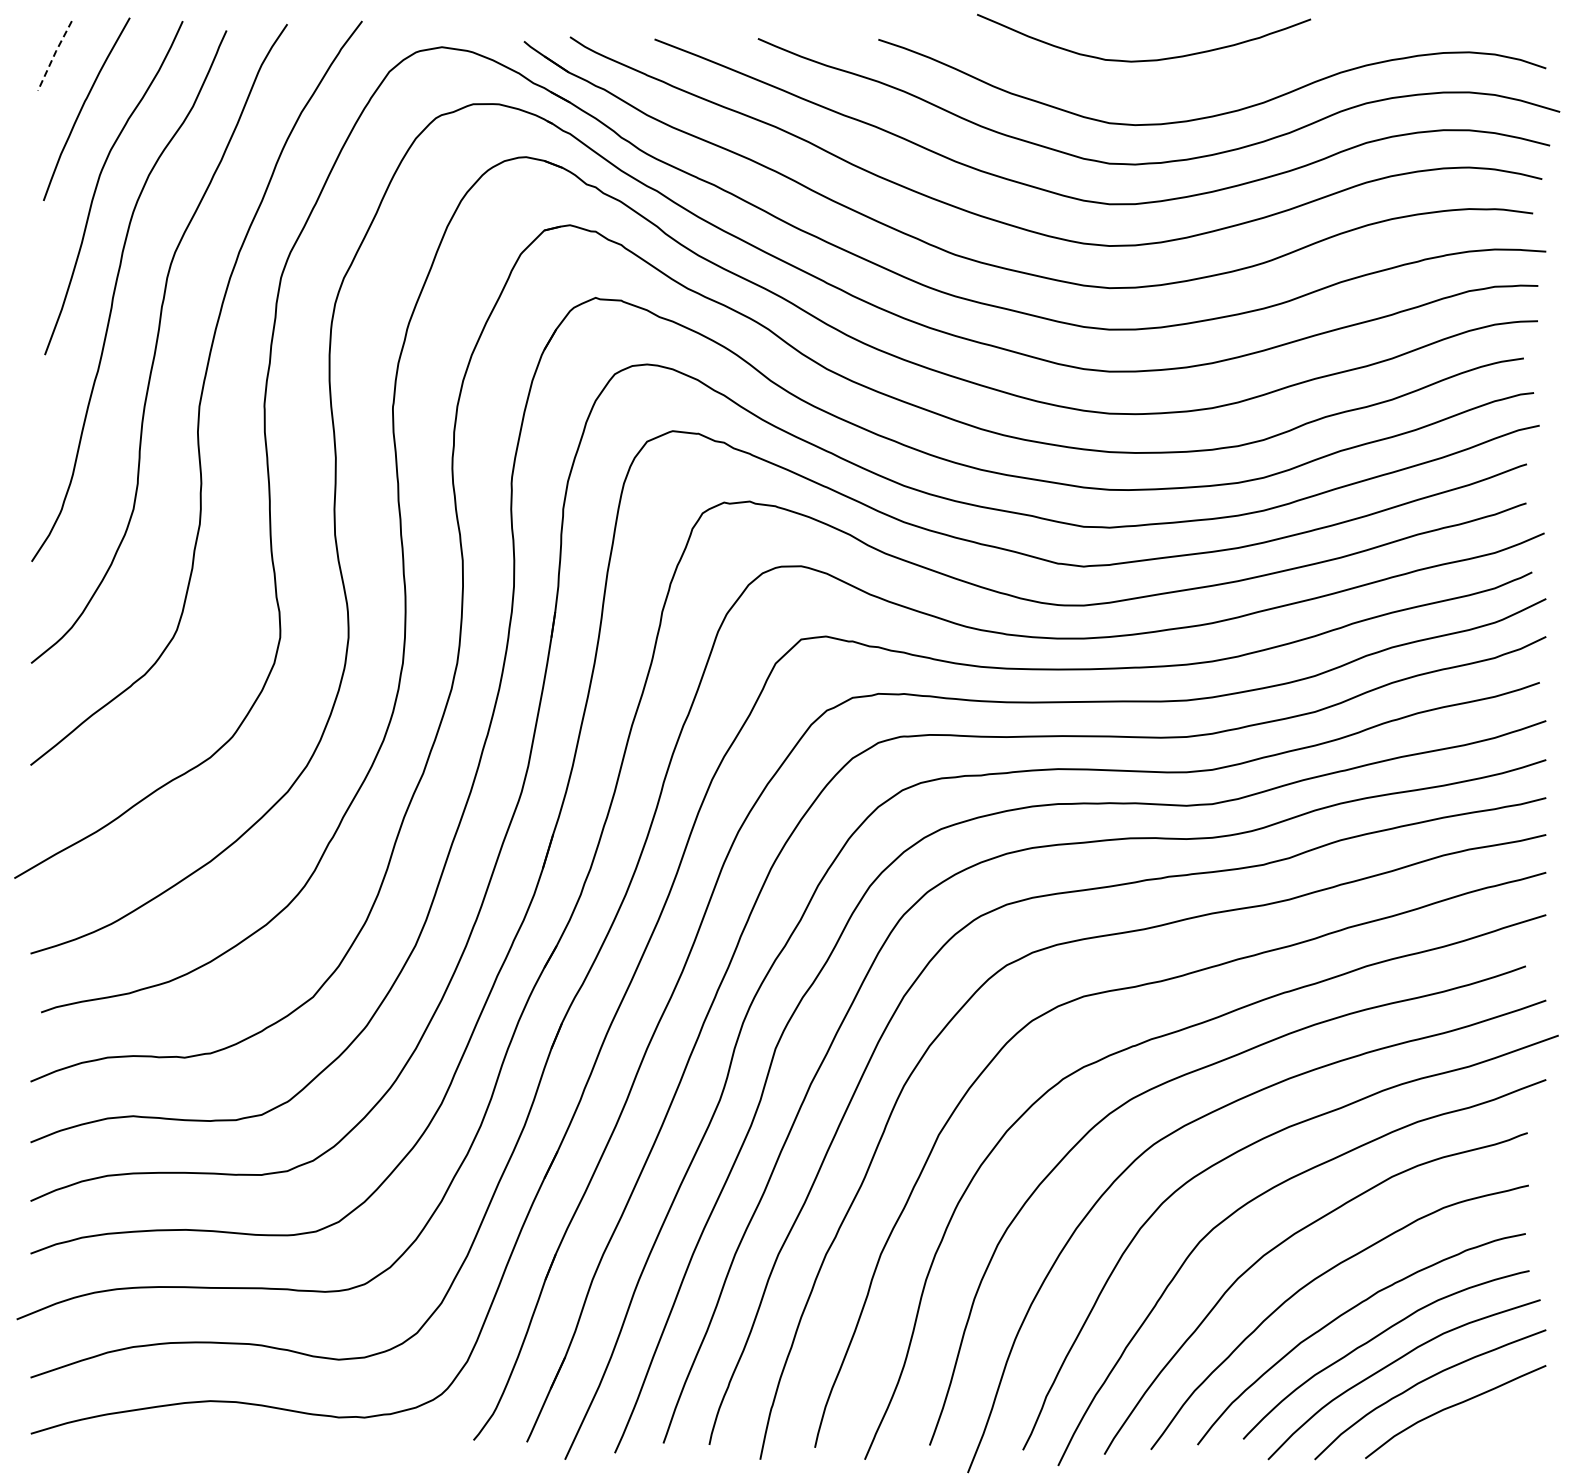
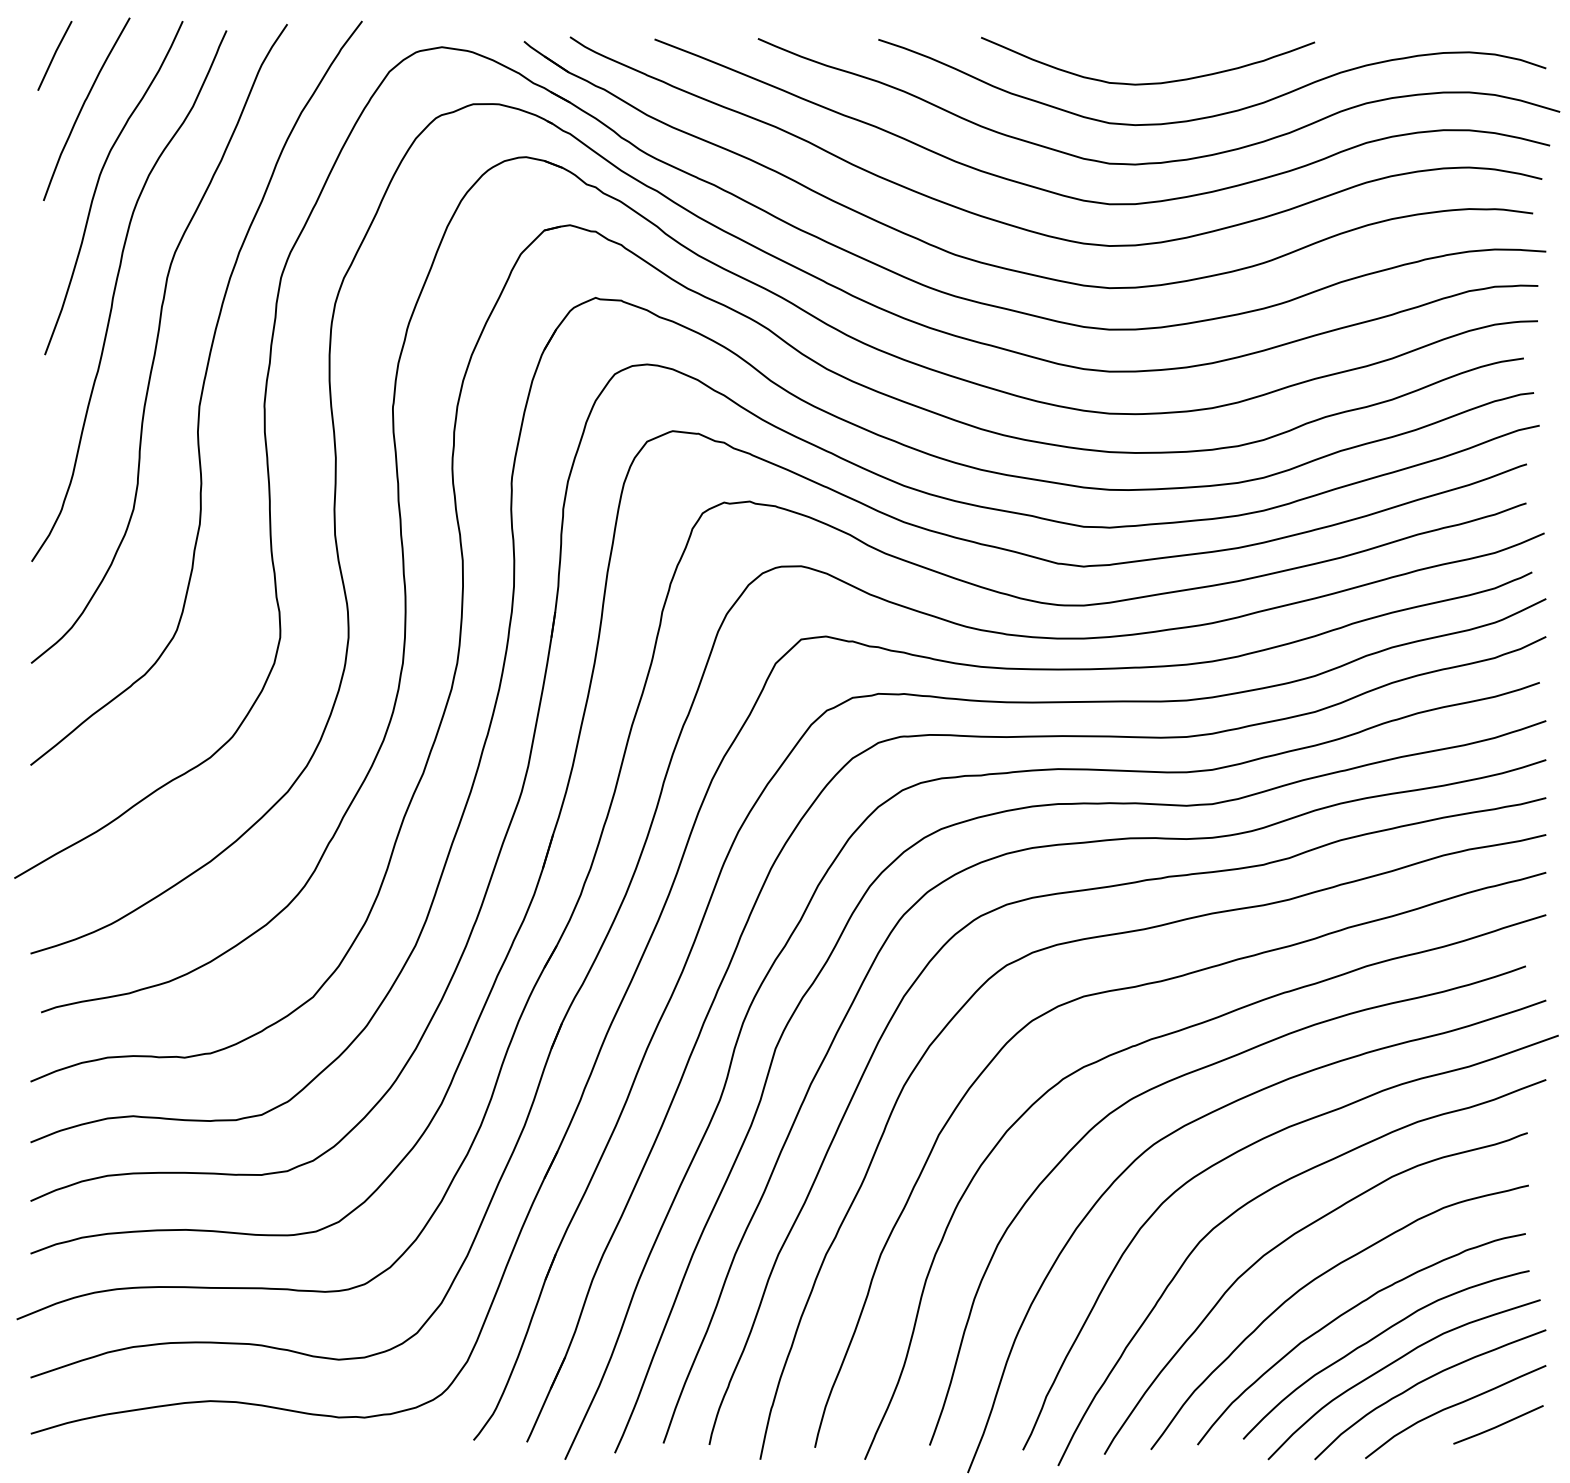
line at (54, 55): dashed -> solid
curve at (1147, 59) position: (1147, 59) -> (1151, 82)
line at (1499, 1424): none -> present
